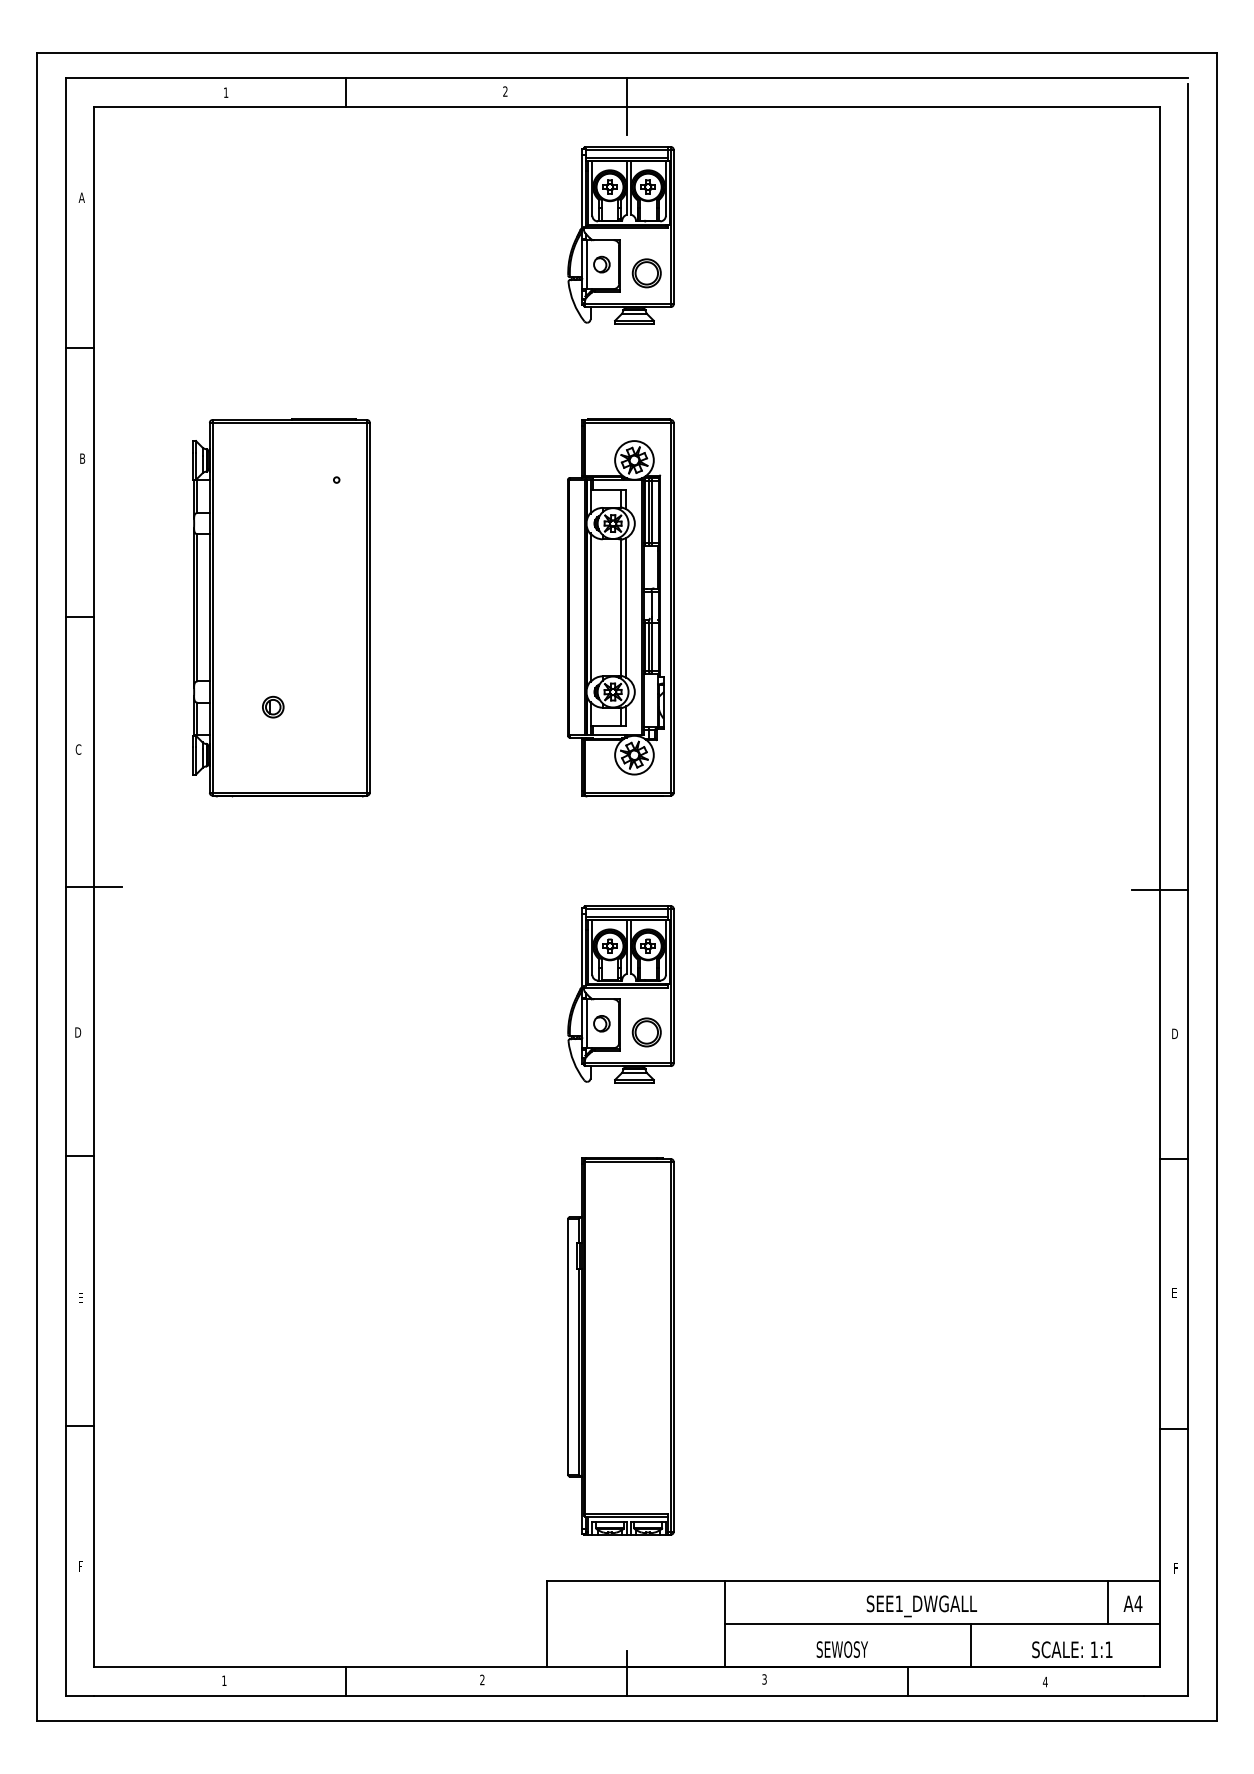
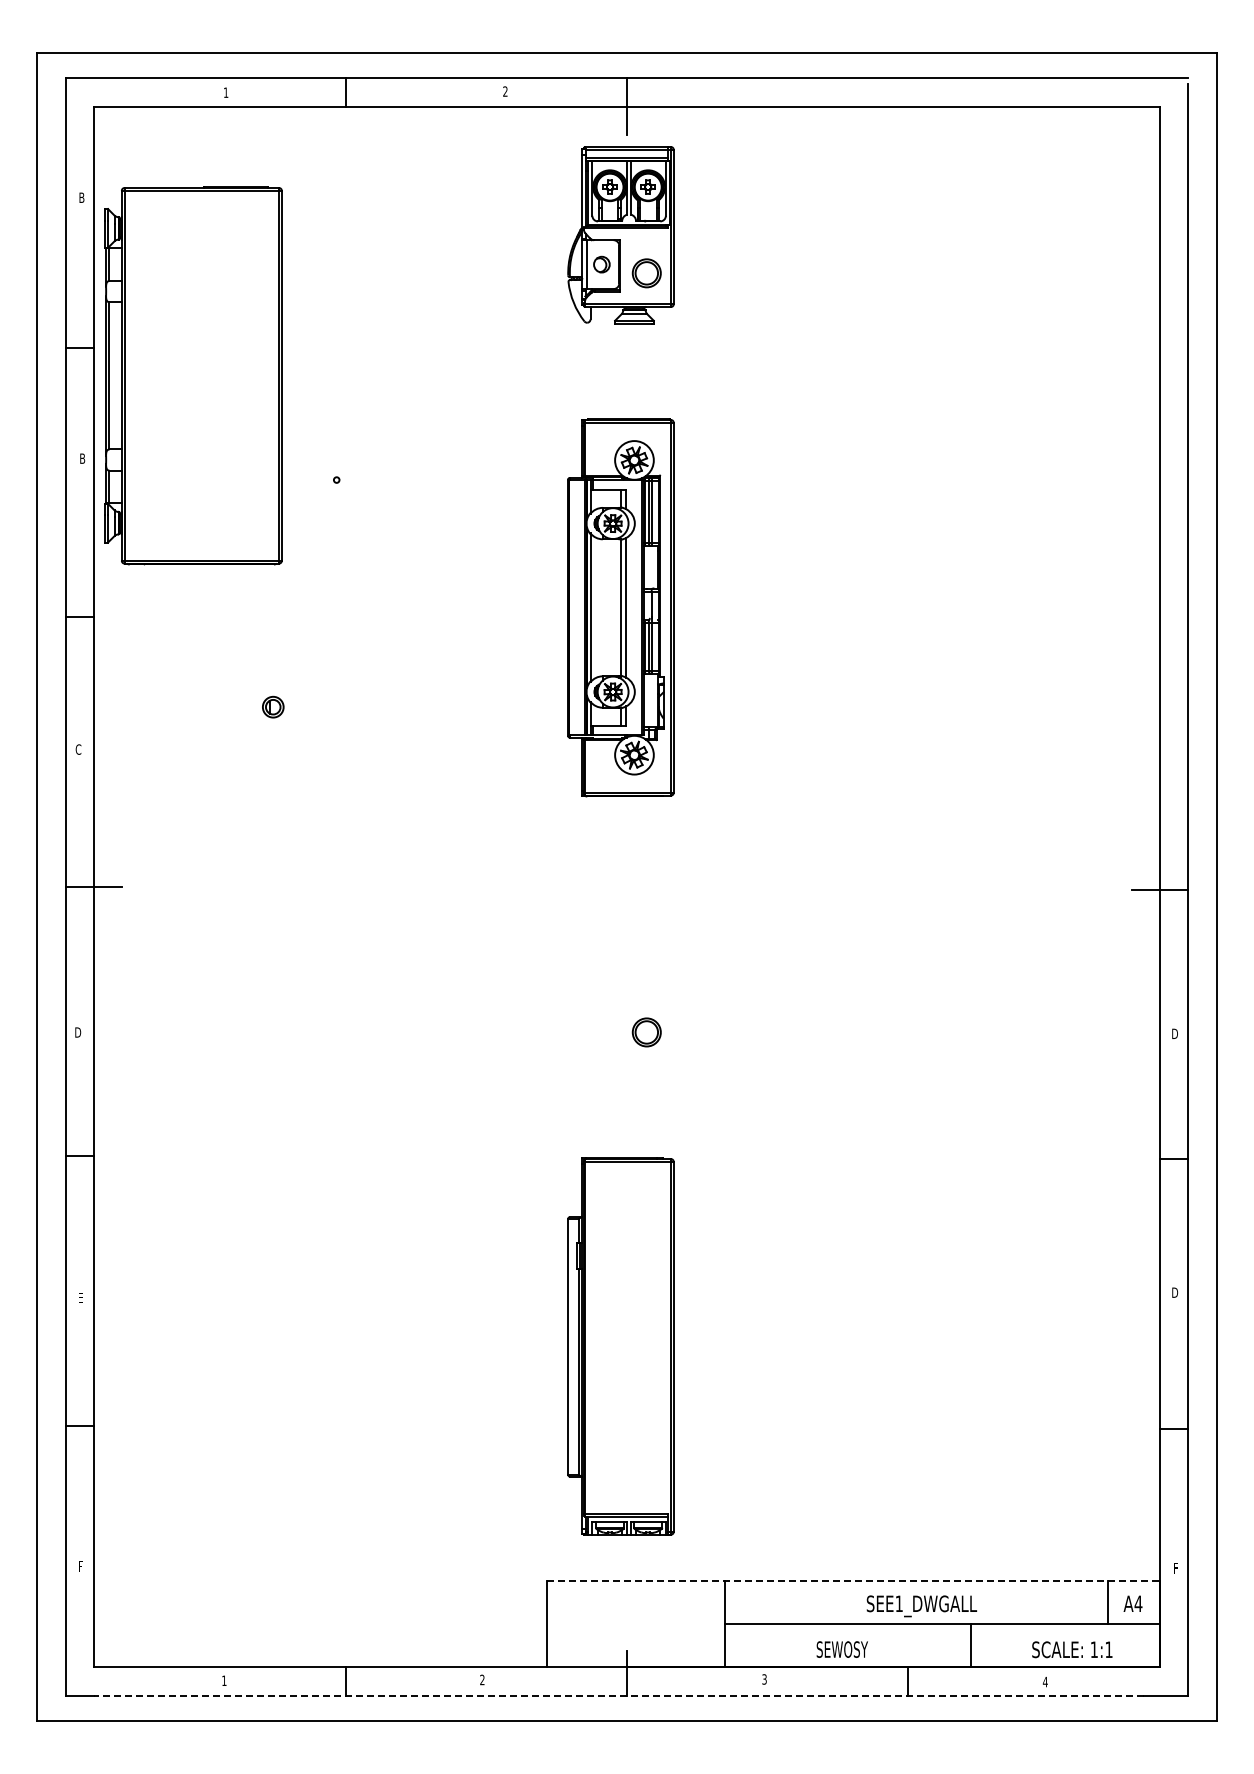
text at (81, 197): A -> B
part at (281, 607) position: (281, 607) -> (193, 375)
part at (620, 994): present -> none
text at (1175, 1292): E -> D
line at (853, 1580): solid -> dashed
line at (618, 1695): solid -> dashed
